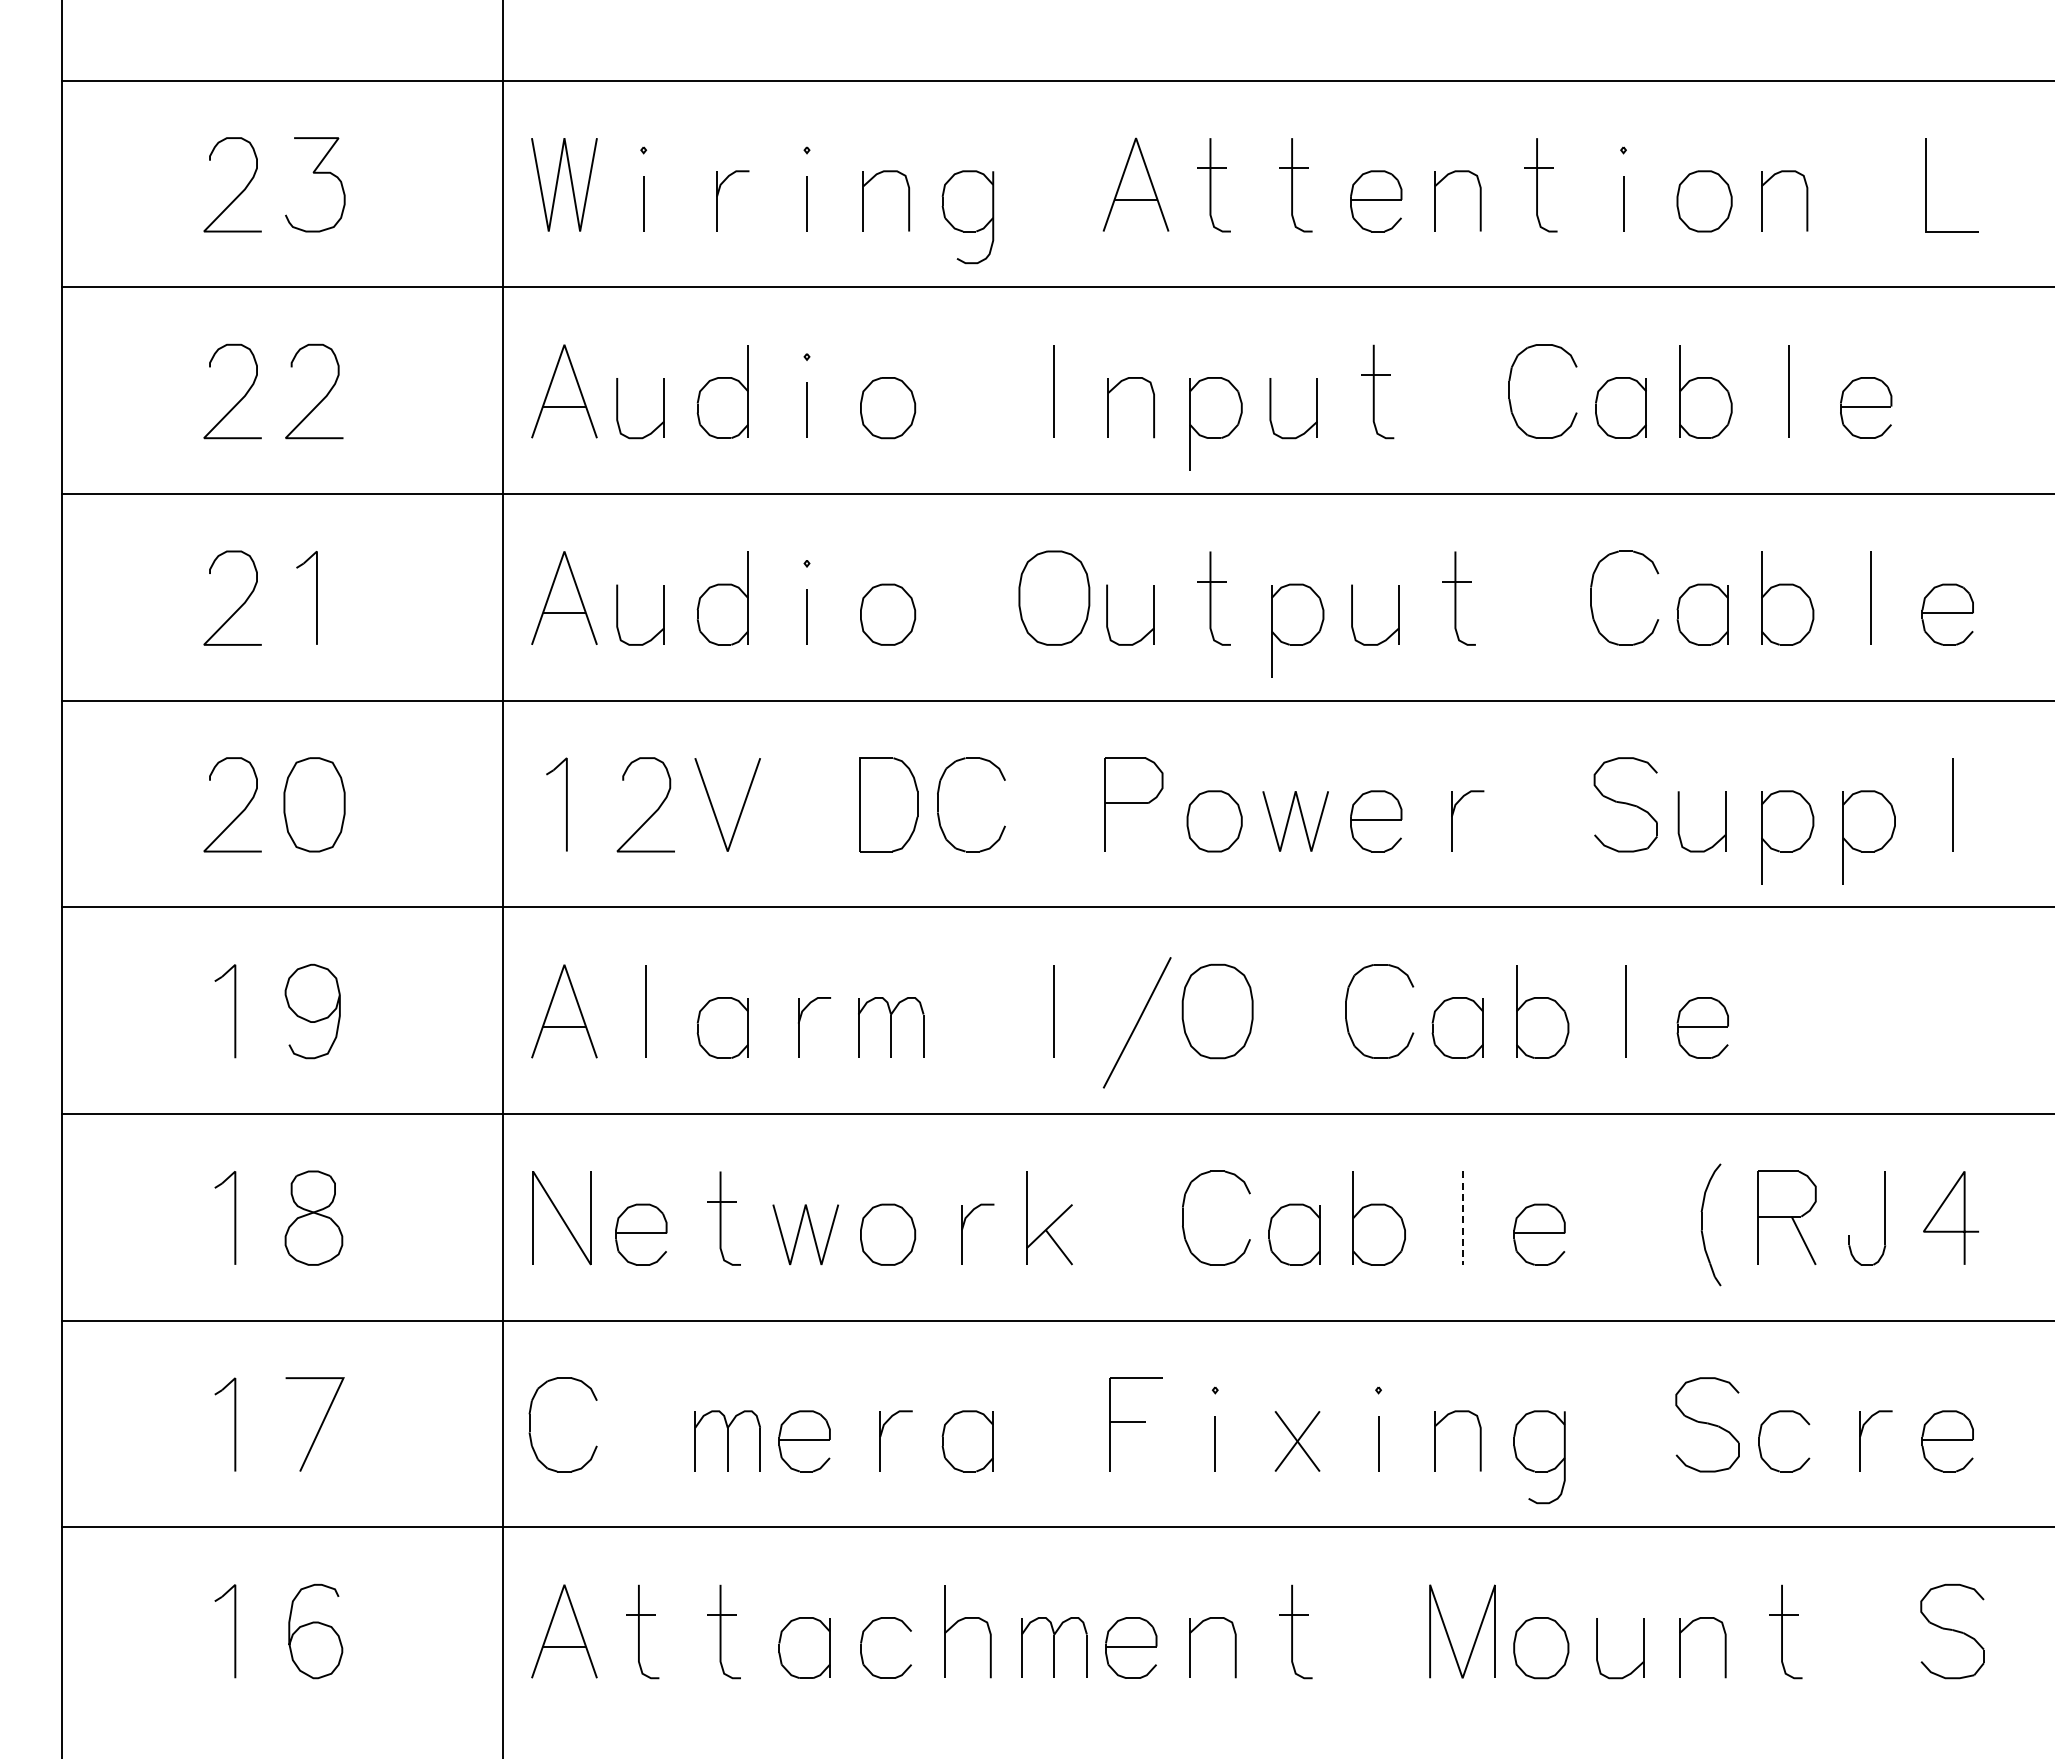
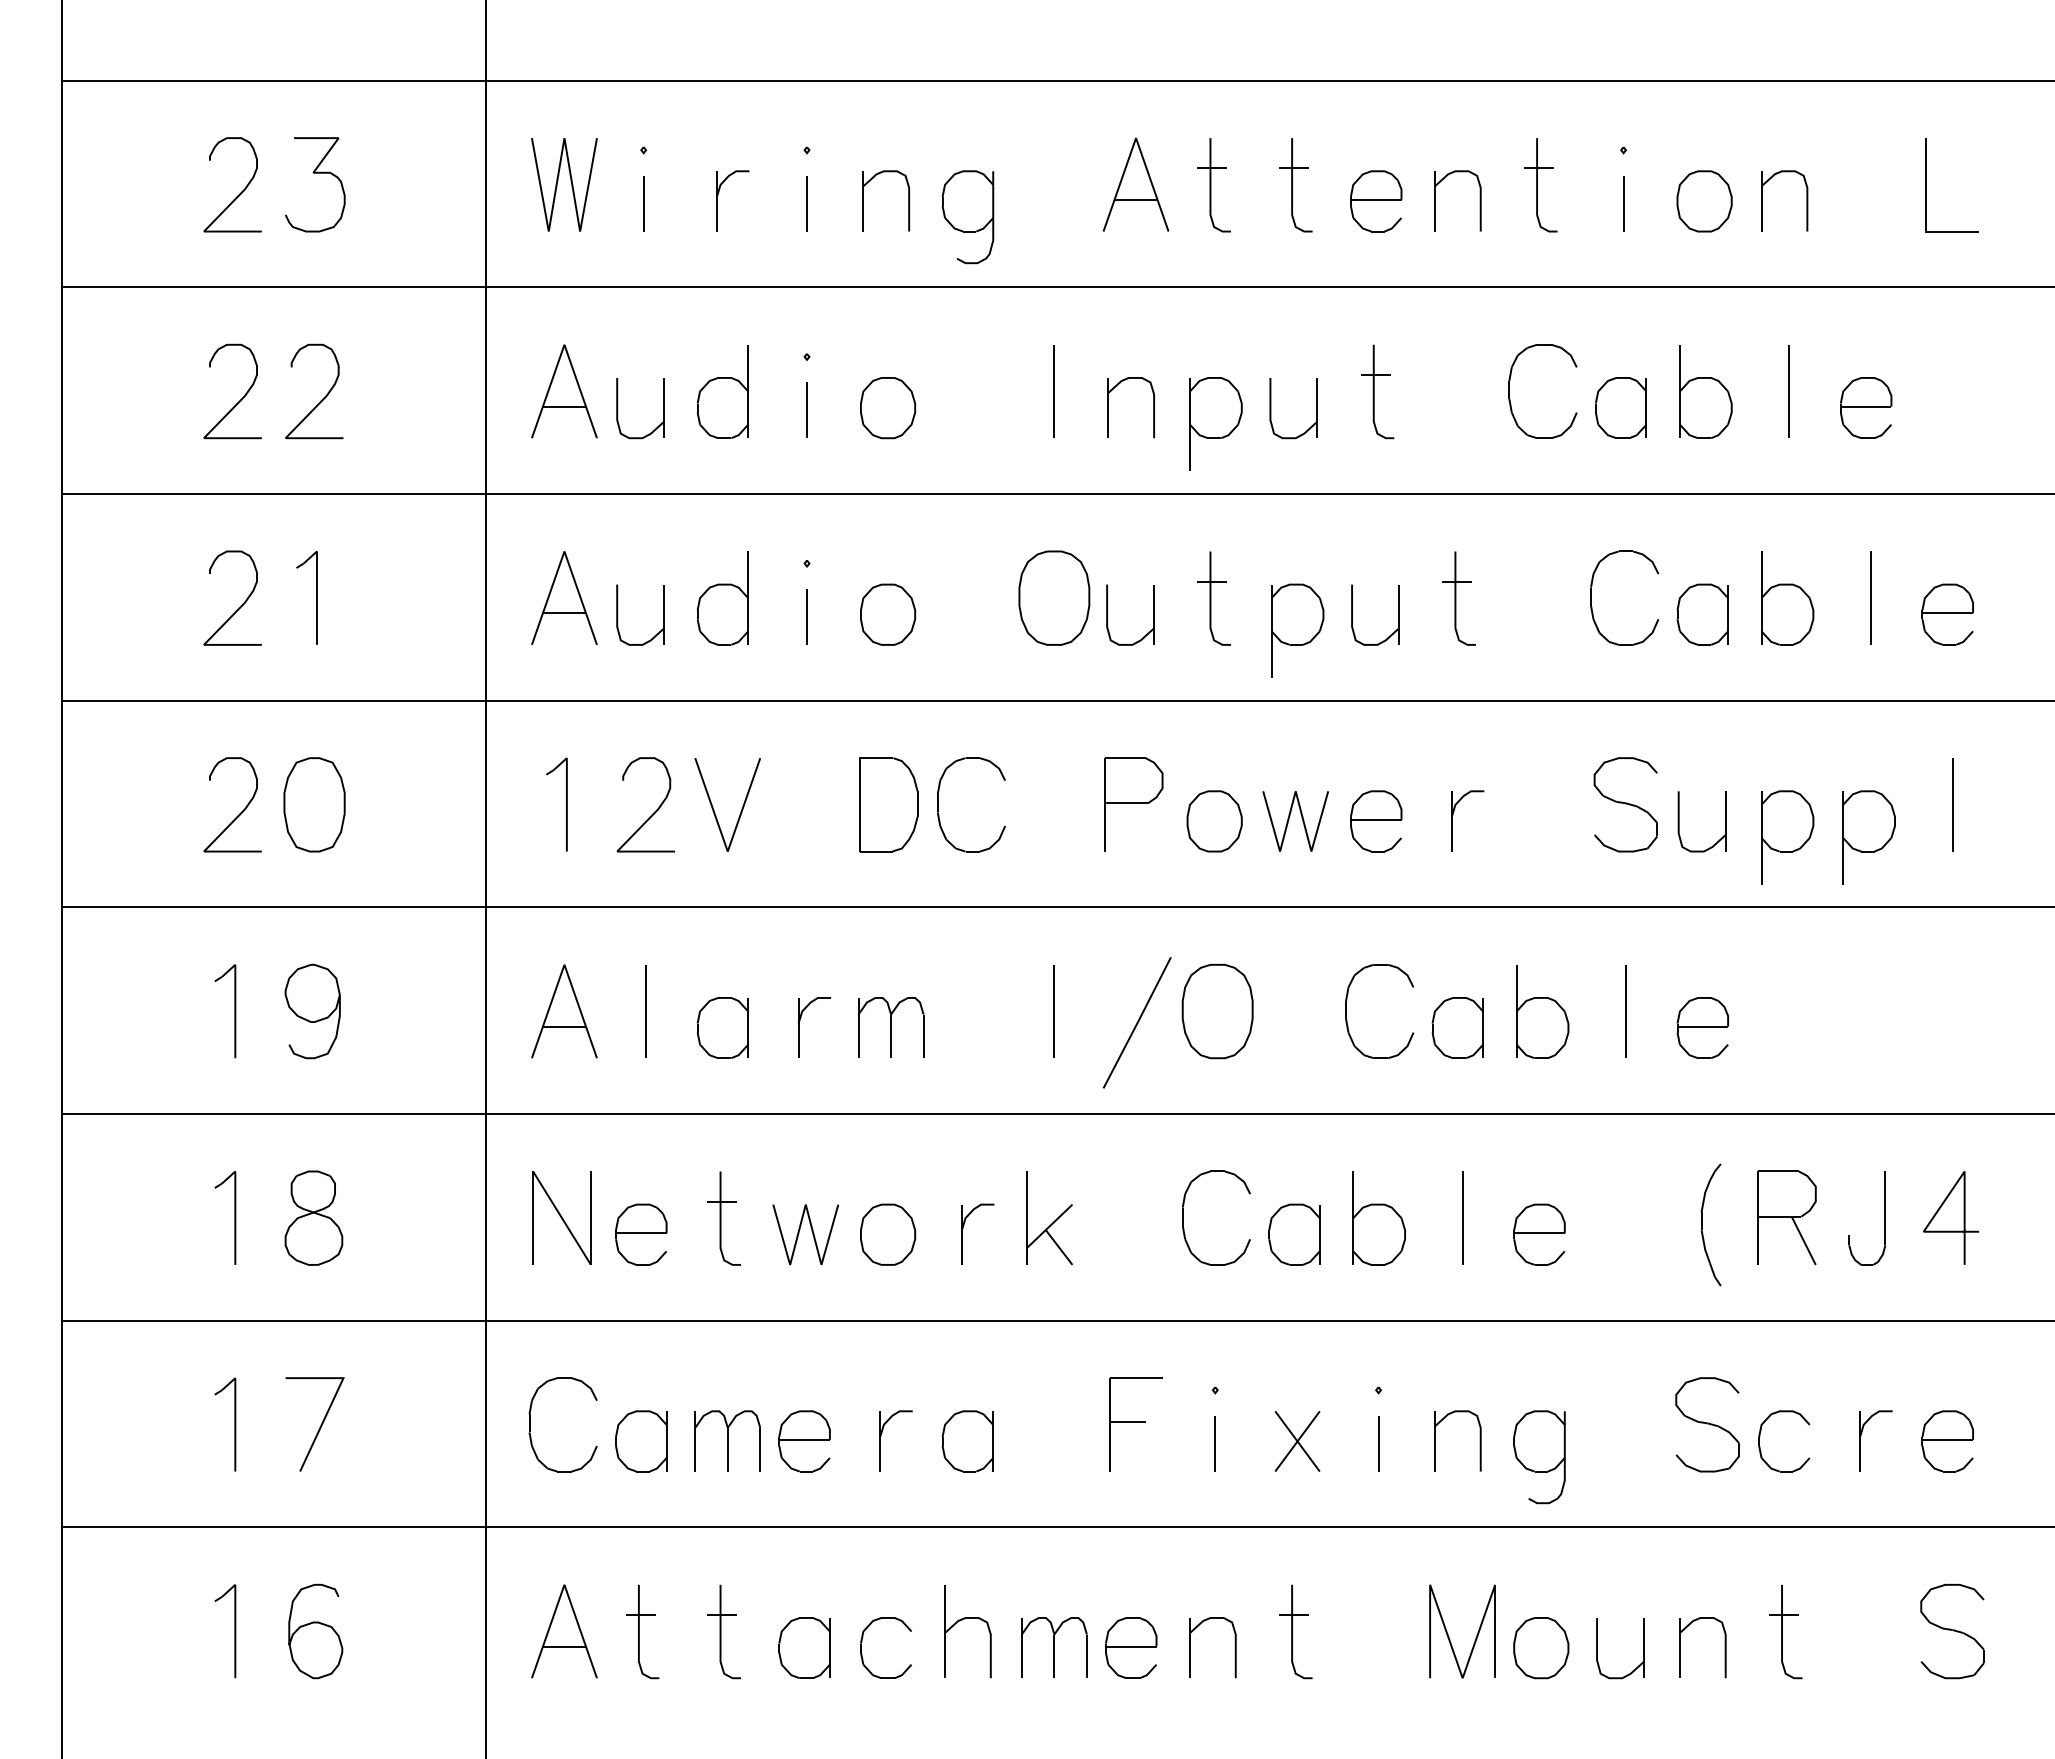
line at (502, 878) position: (502, 878) -> (485, 878)
line at (1462, 1218): dashed -> solid
part at (641, 1441): none -> present
